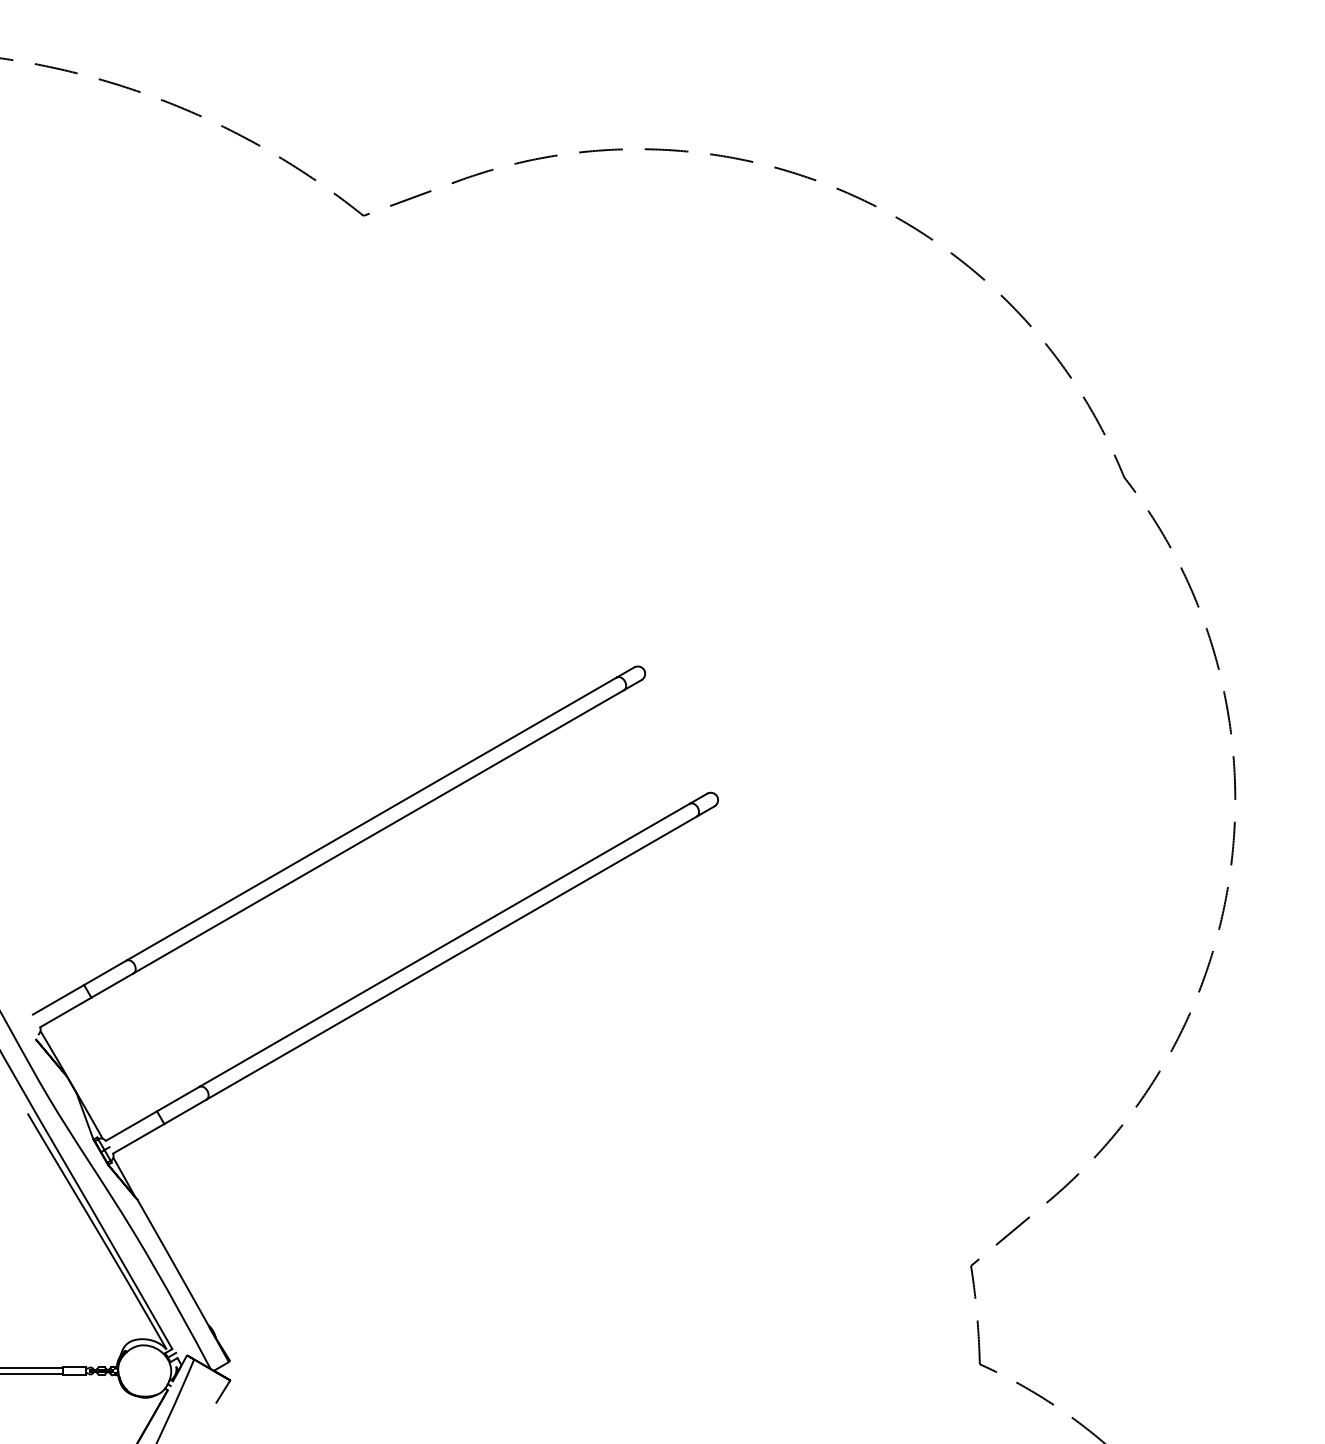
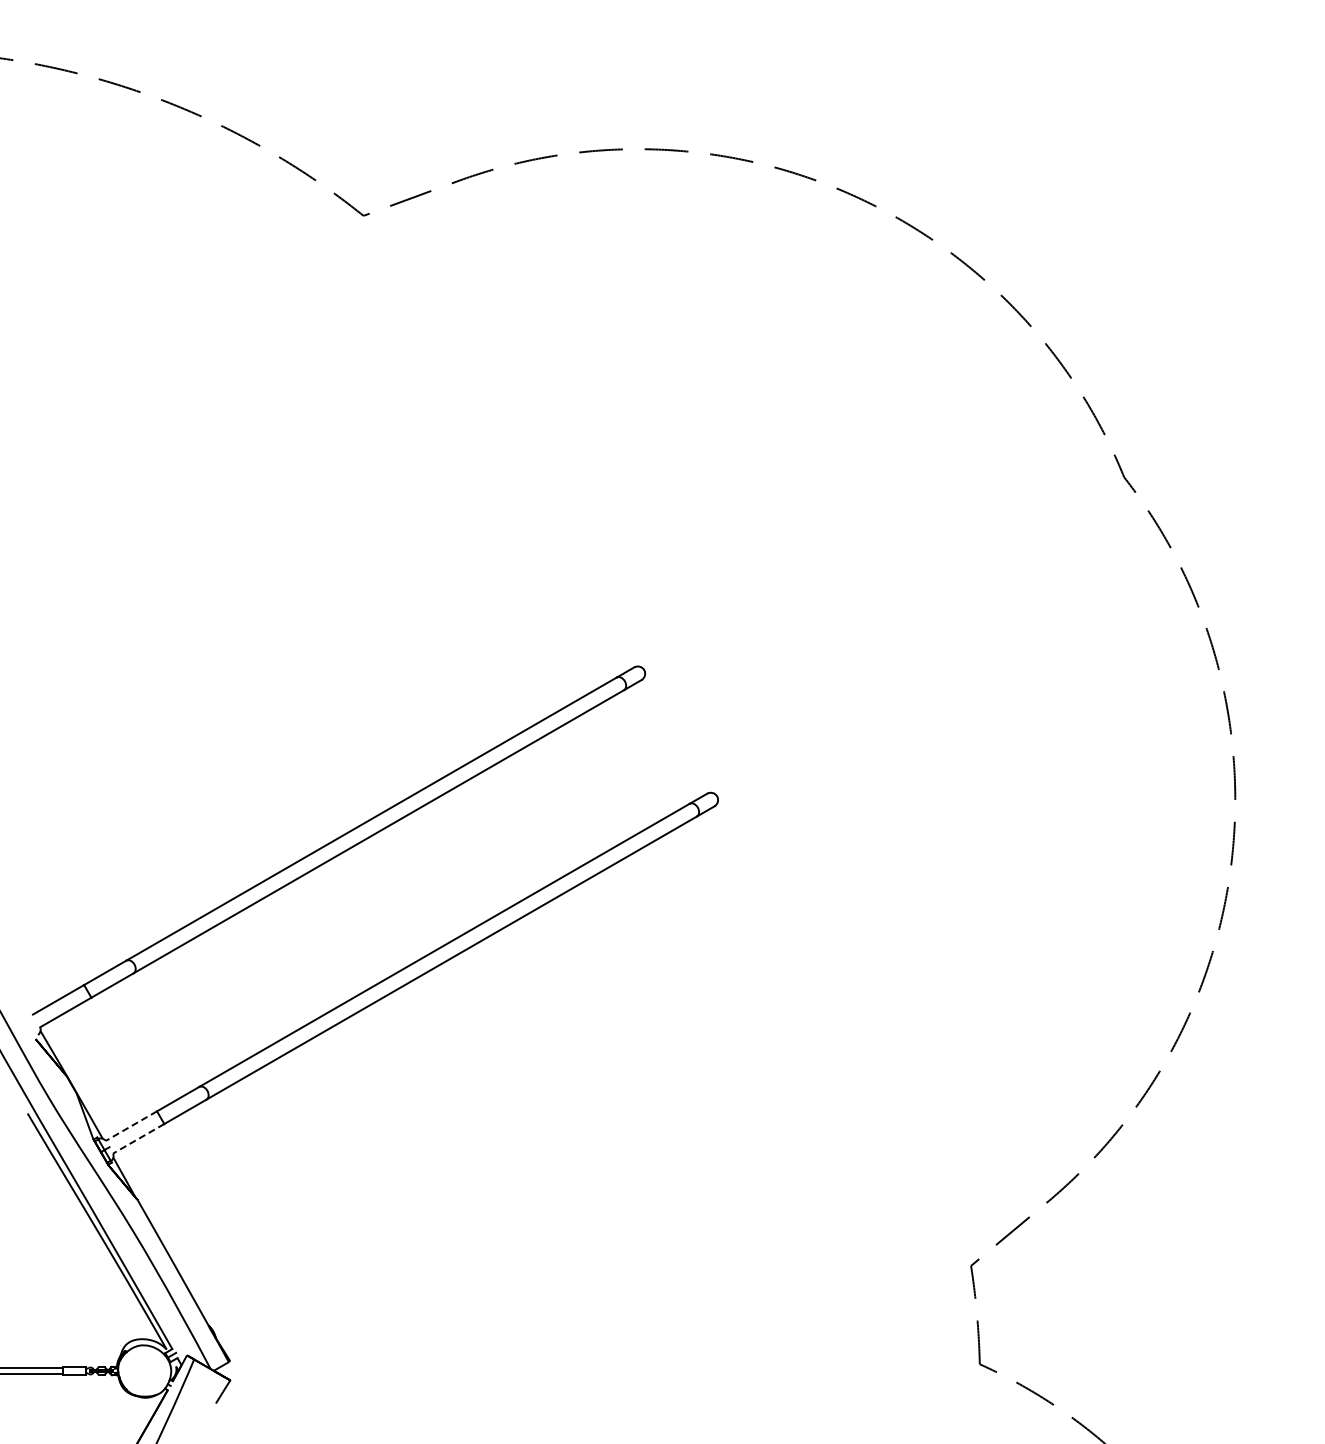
line at (131, 1126): solid -> dashed
line at (138, 1138): solid -> dashed
